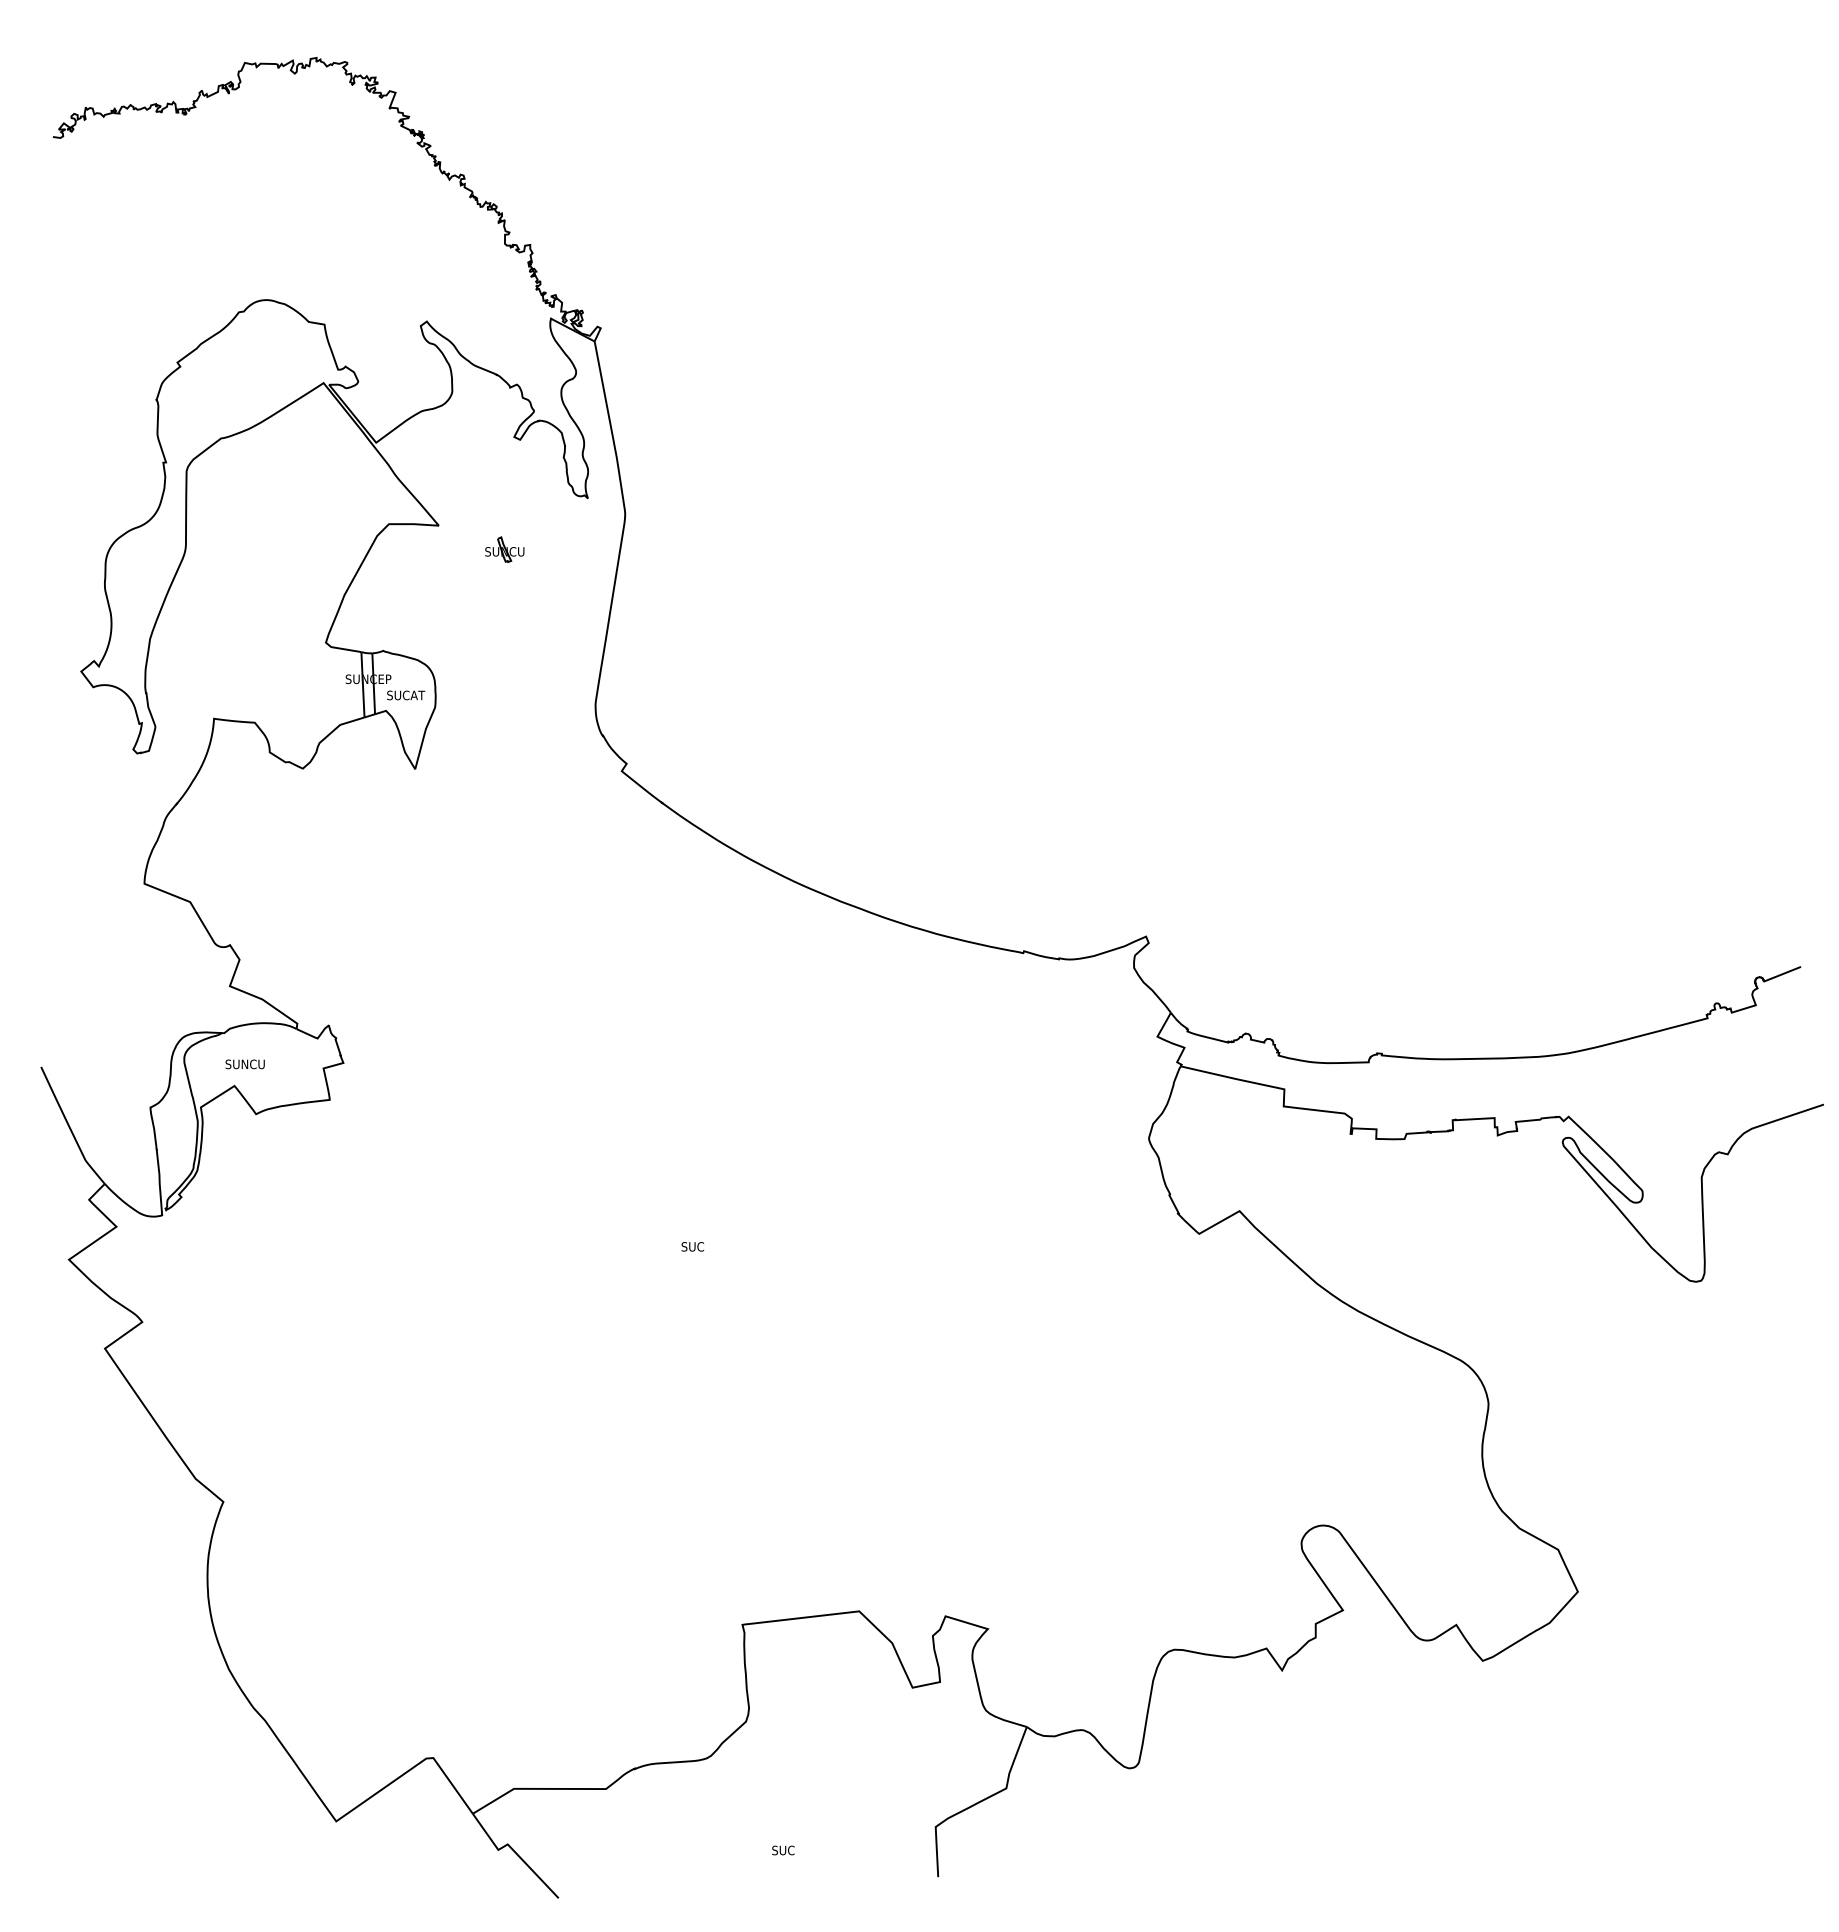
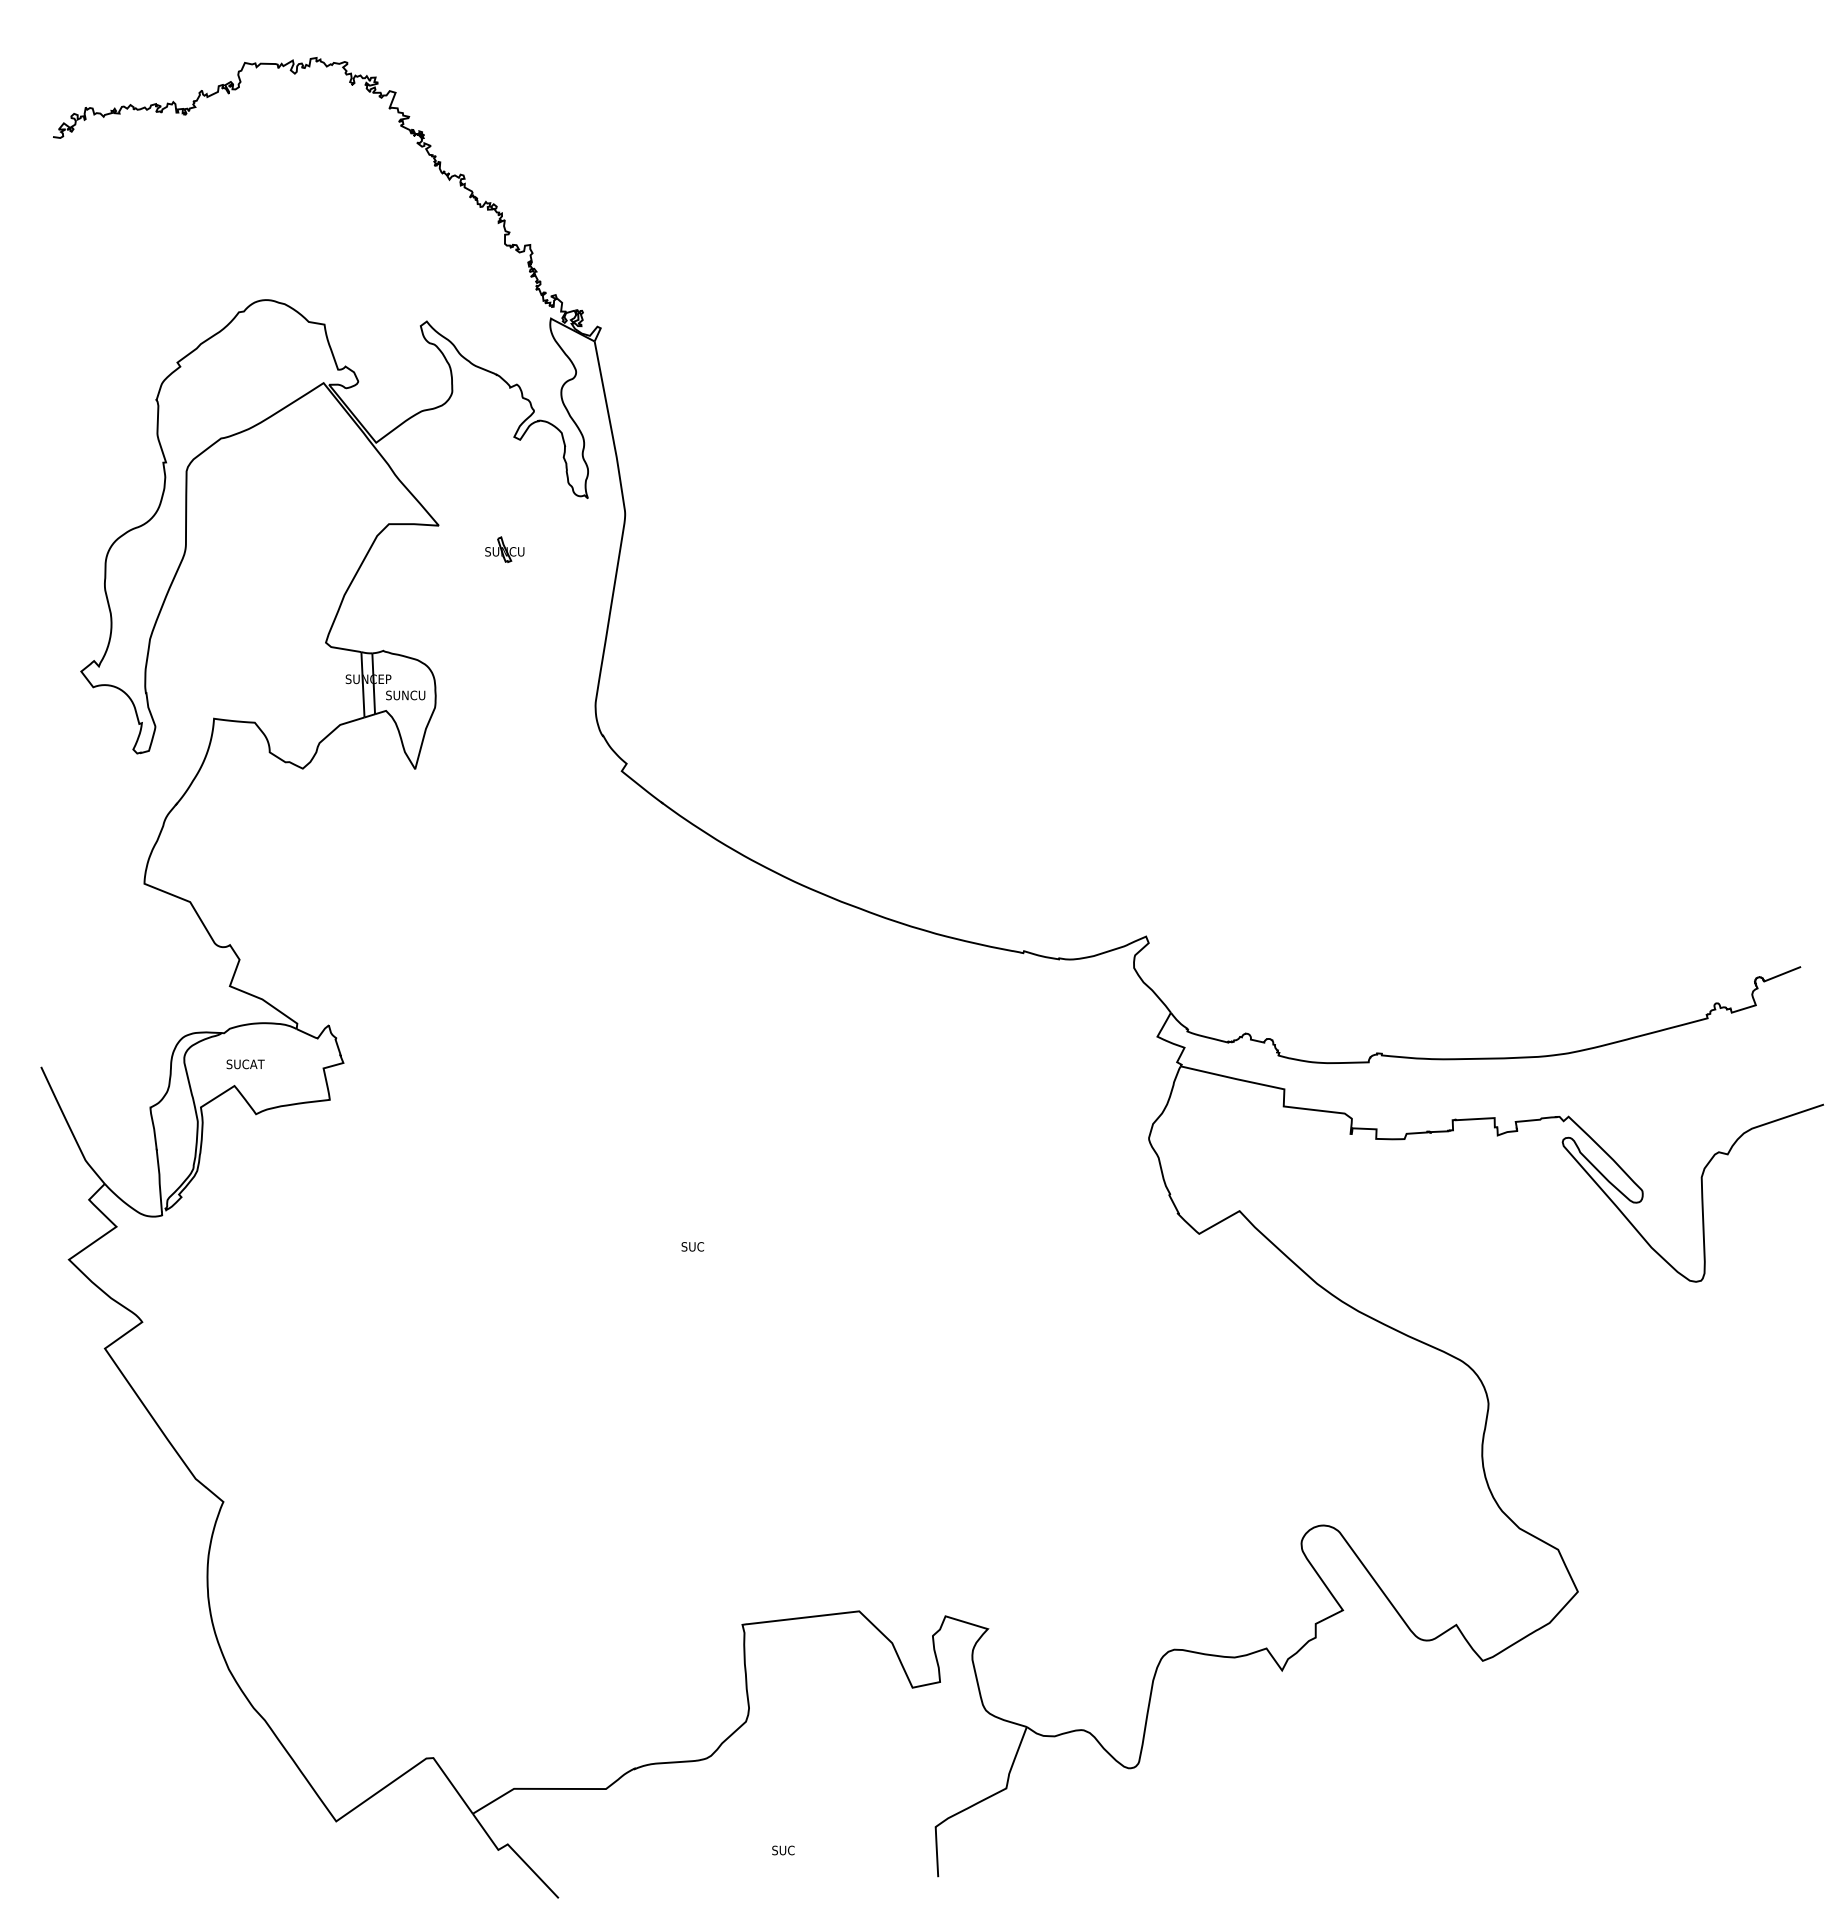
text at (405, 695): SUCAT -> SUNCU
text at (244, 1064): SUNCU -> SUCAT
